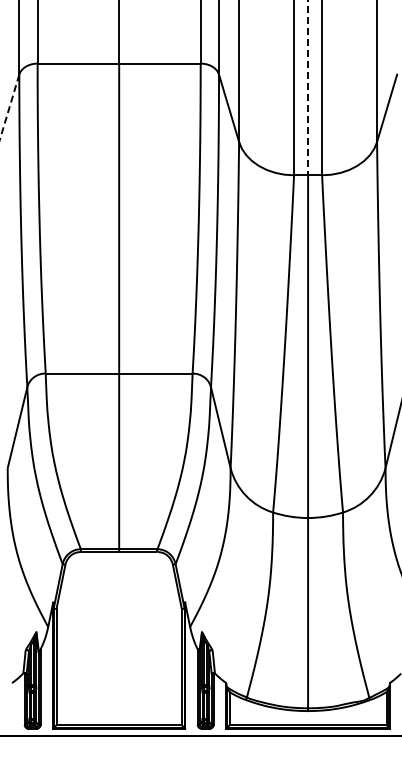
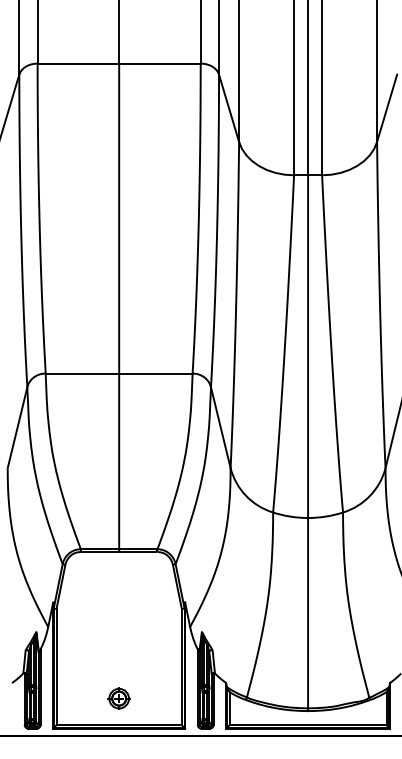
line at (308, 88): dashed -> solid
line at (9, 106): dashed -> solid
part at (118, 698): none -> present
